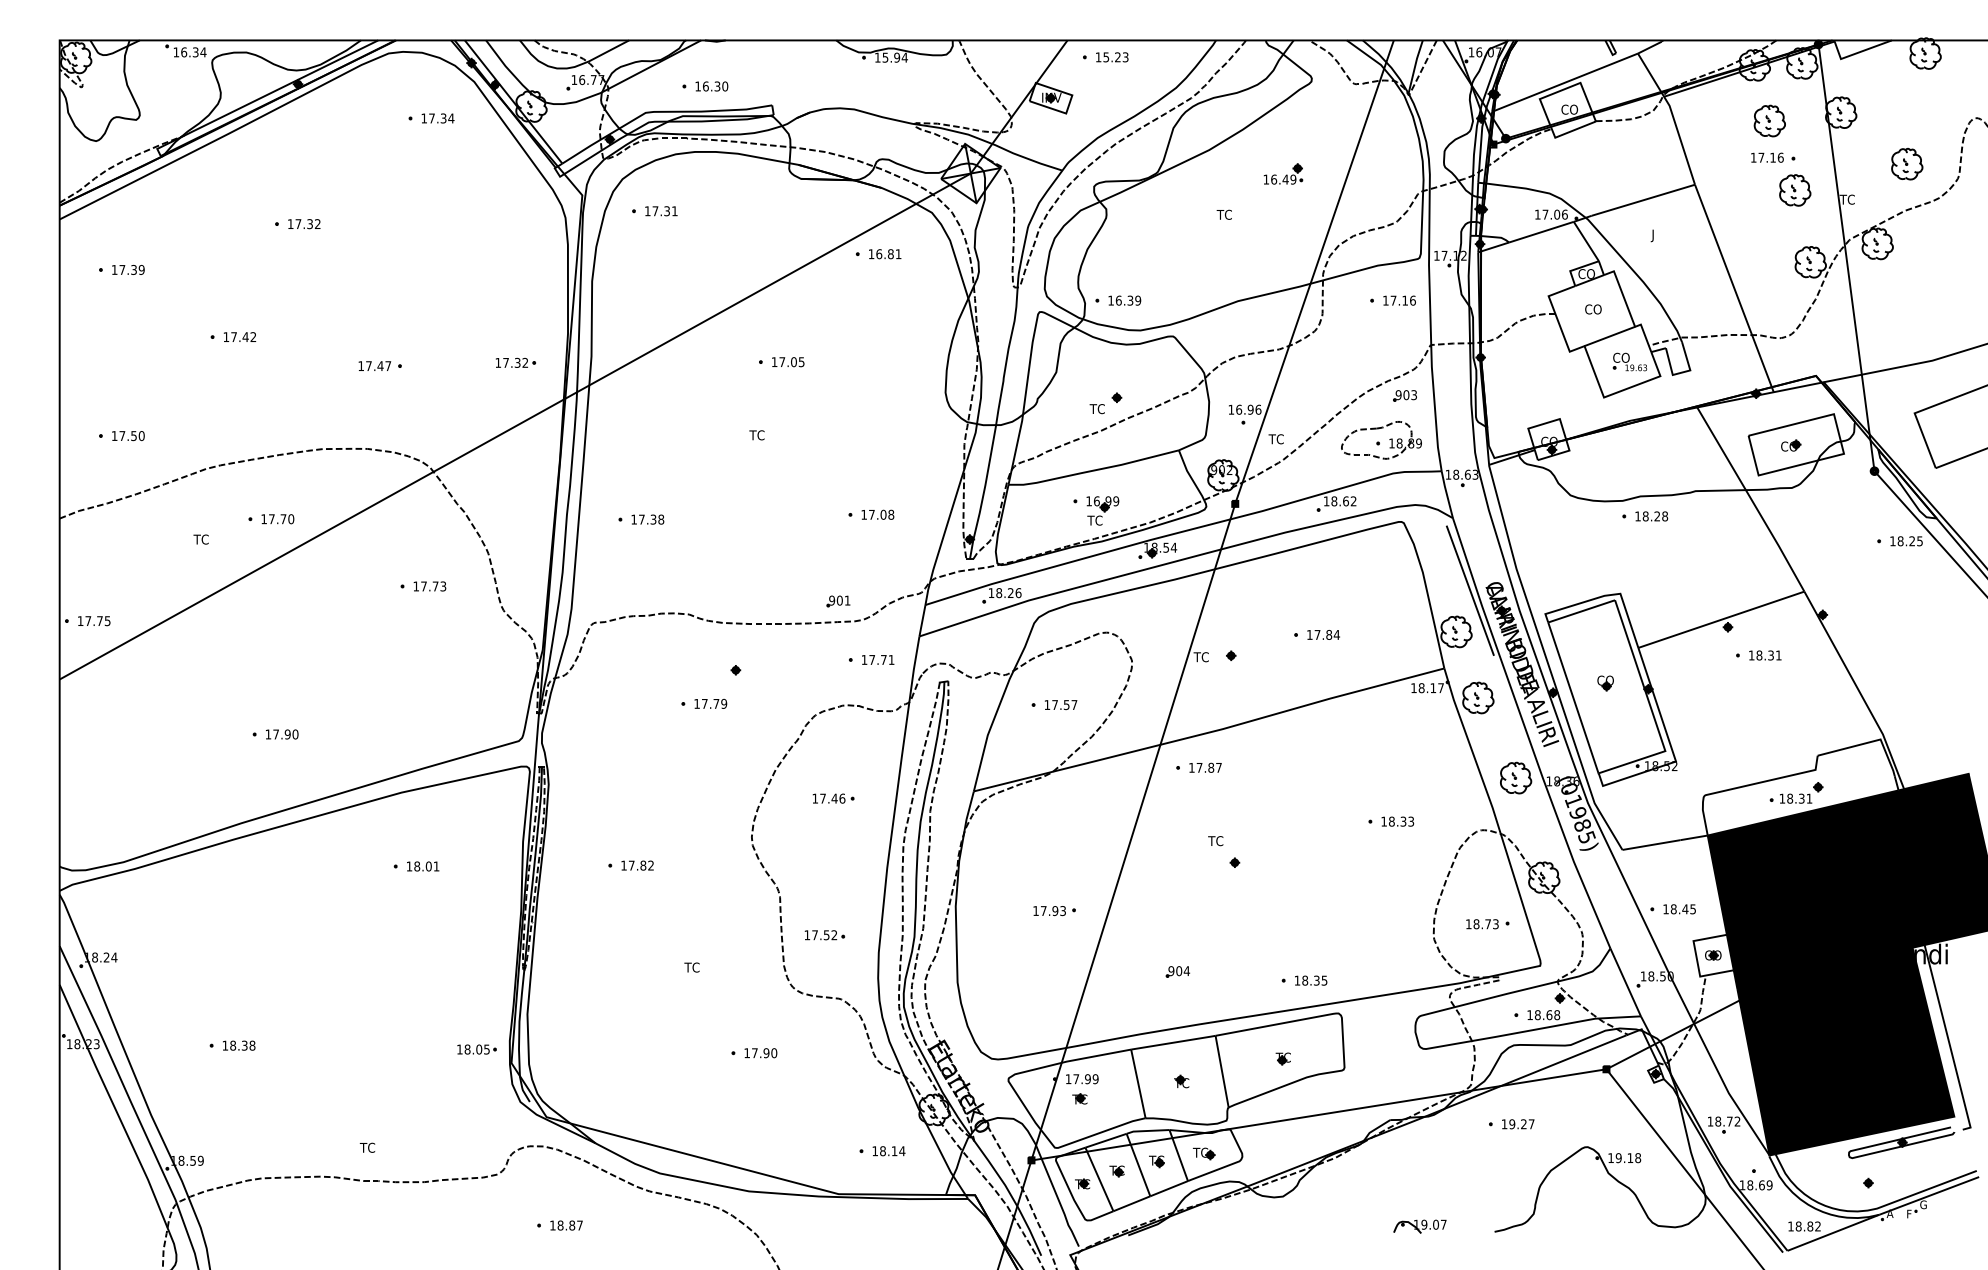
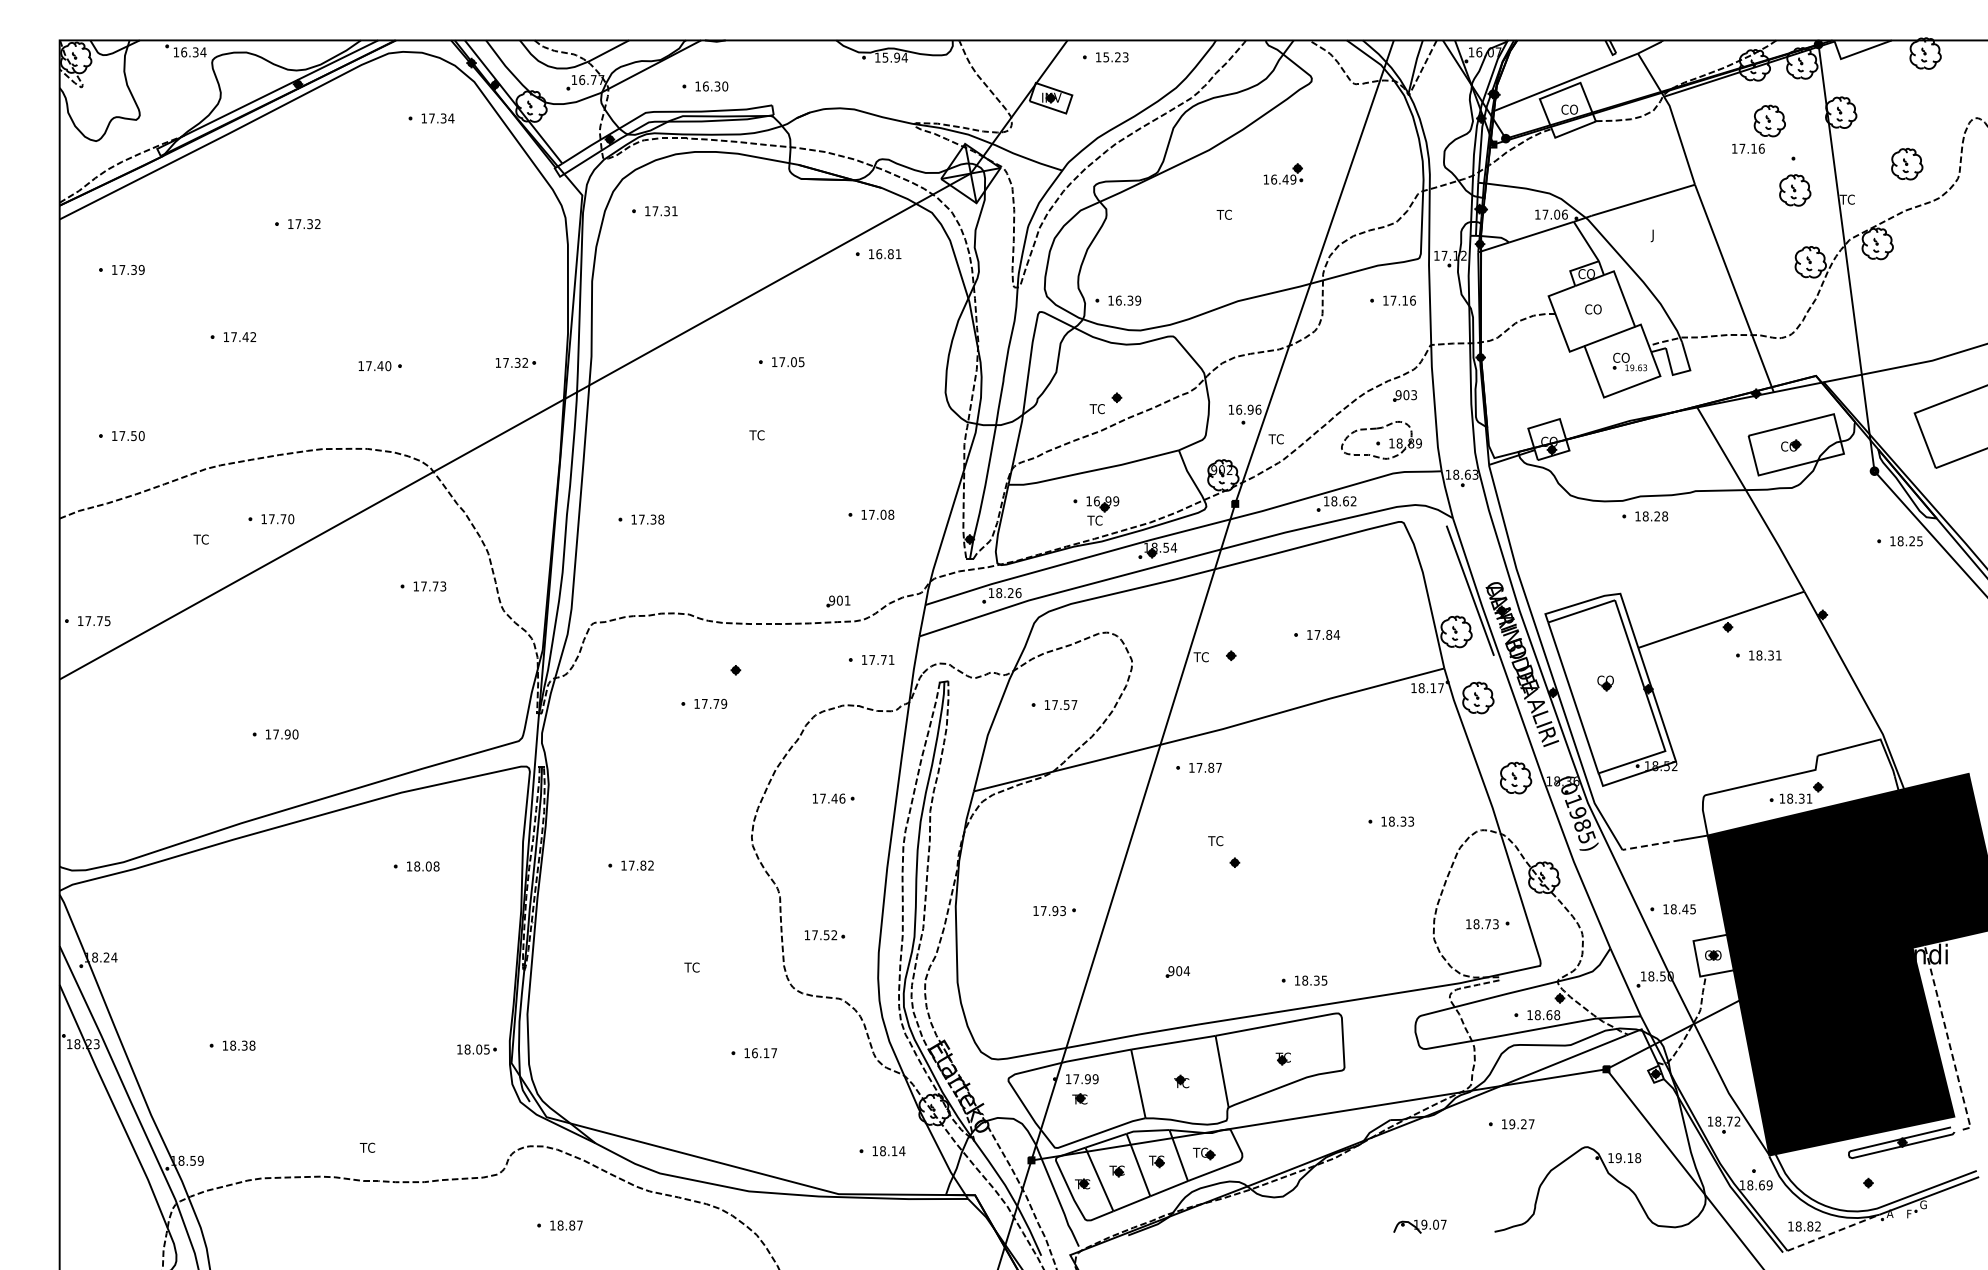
text at (1767, 157) position: (1767, 157) -> (1748, 148)
text at (388, 366): 17.47 -> 17.40
line at (1650, 845): solid -> dashed
text at (436, 866): 18.01 -> 18.08
line at (1948, 1040): solid -> dashed
text at (764, 1053): 17.90 -> 16.17
line at (1833, 1232): solid -> dashed
